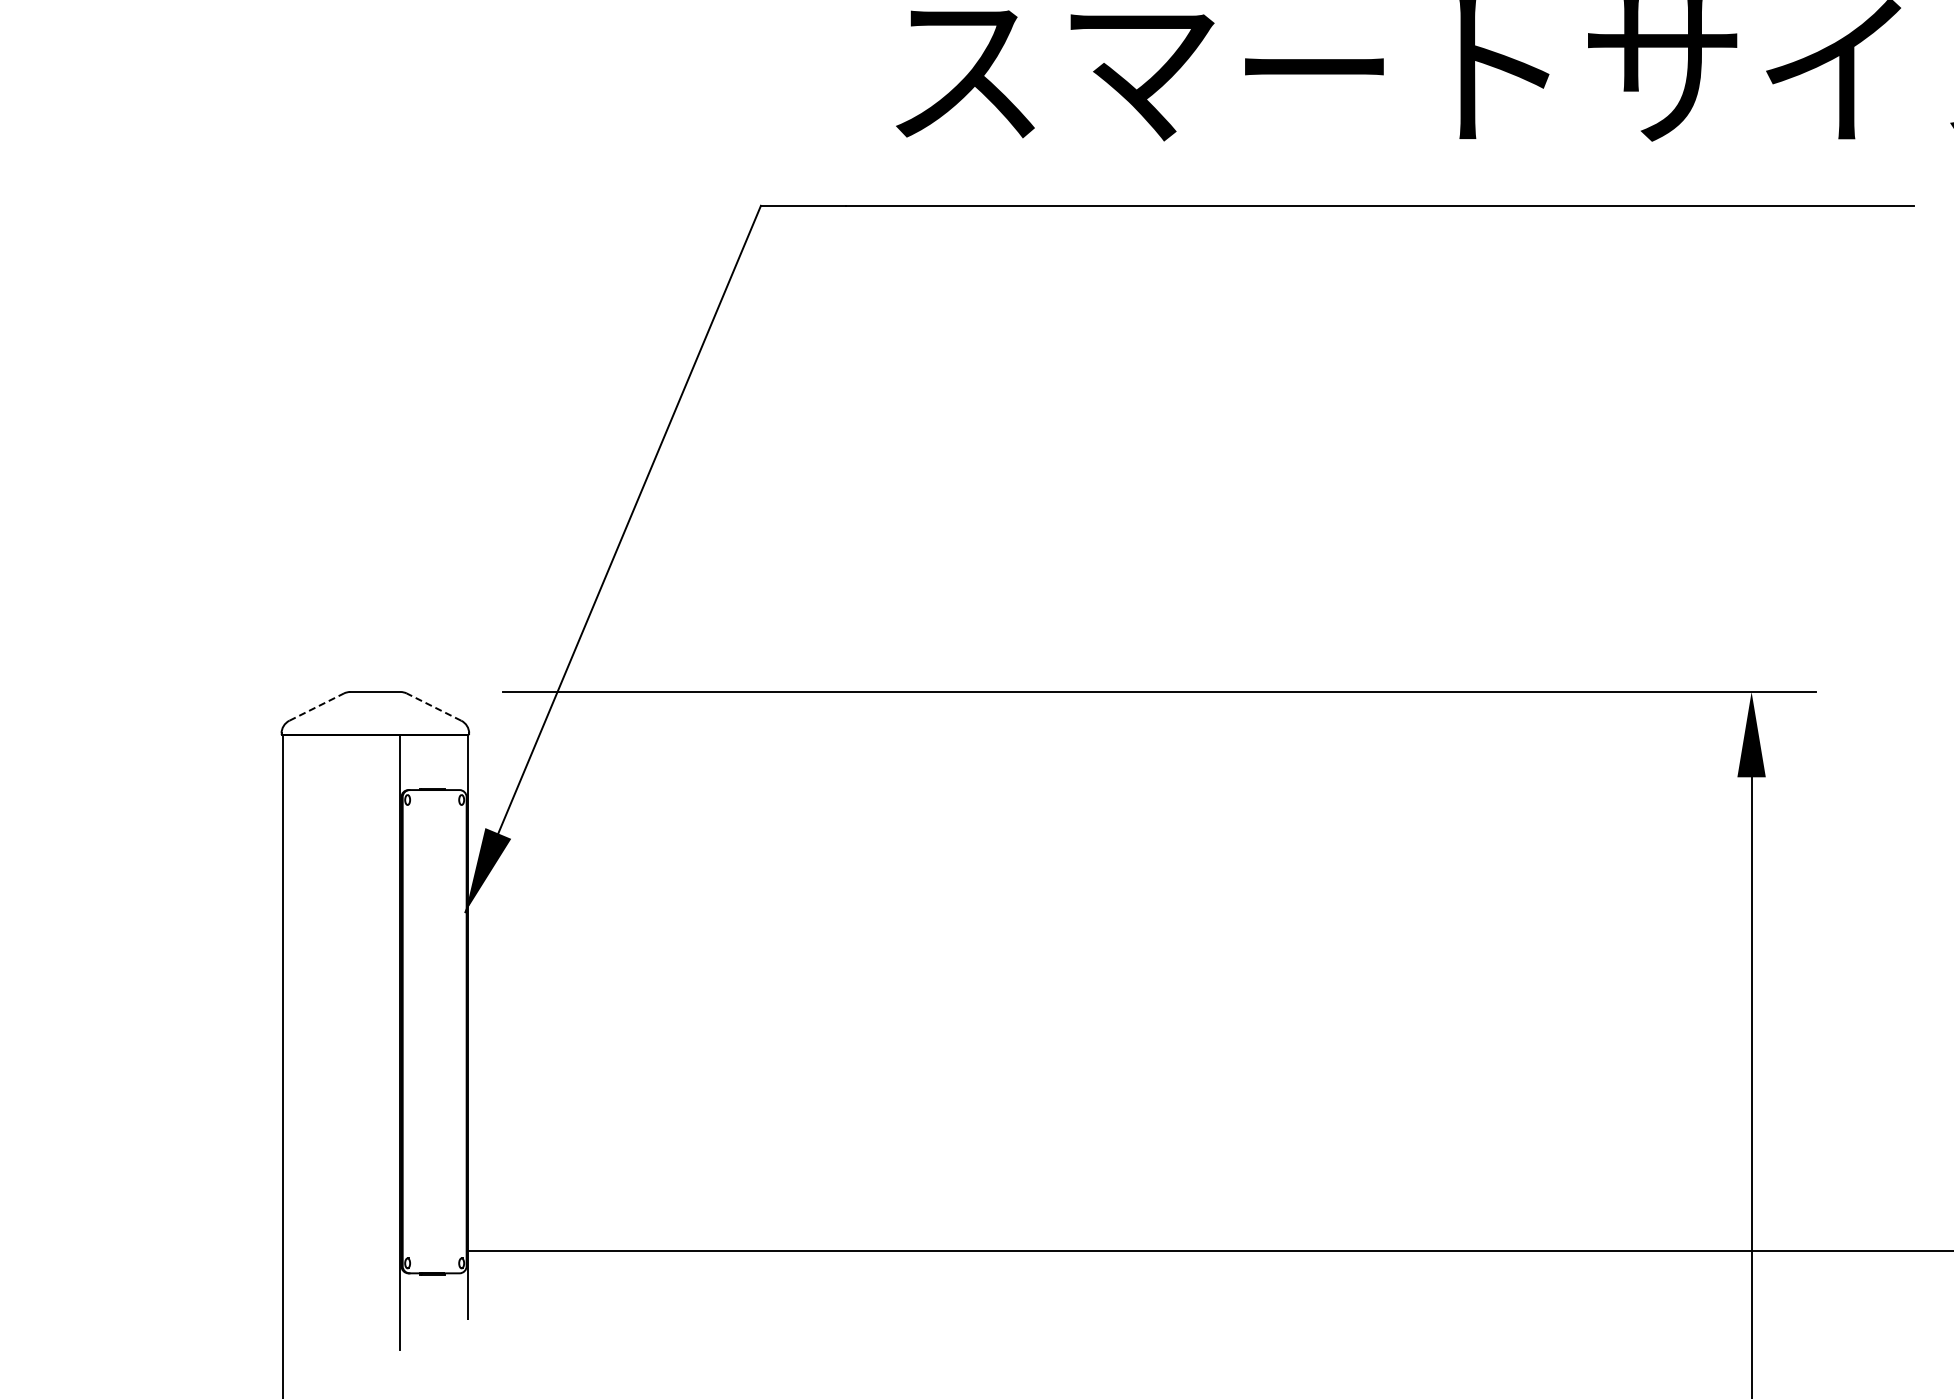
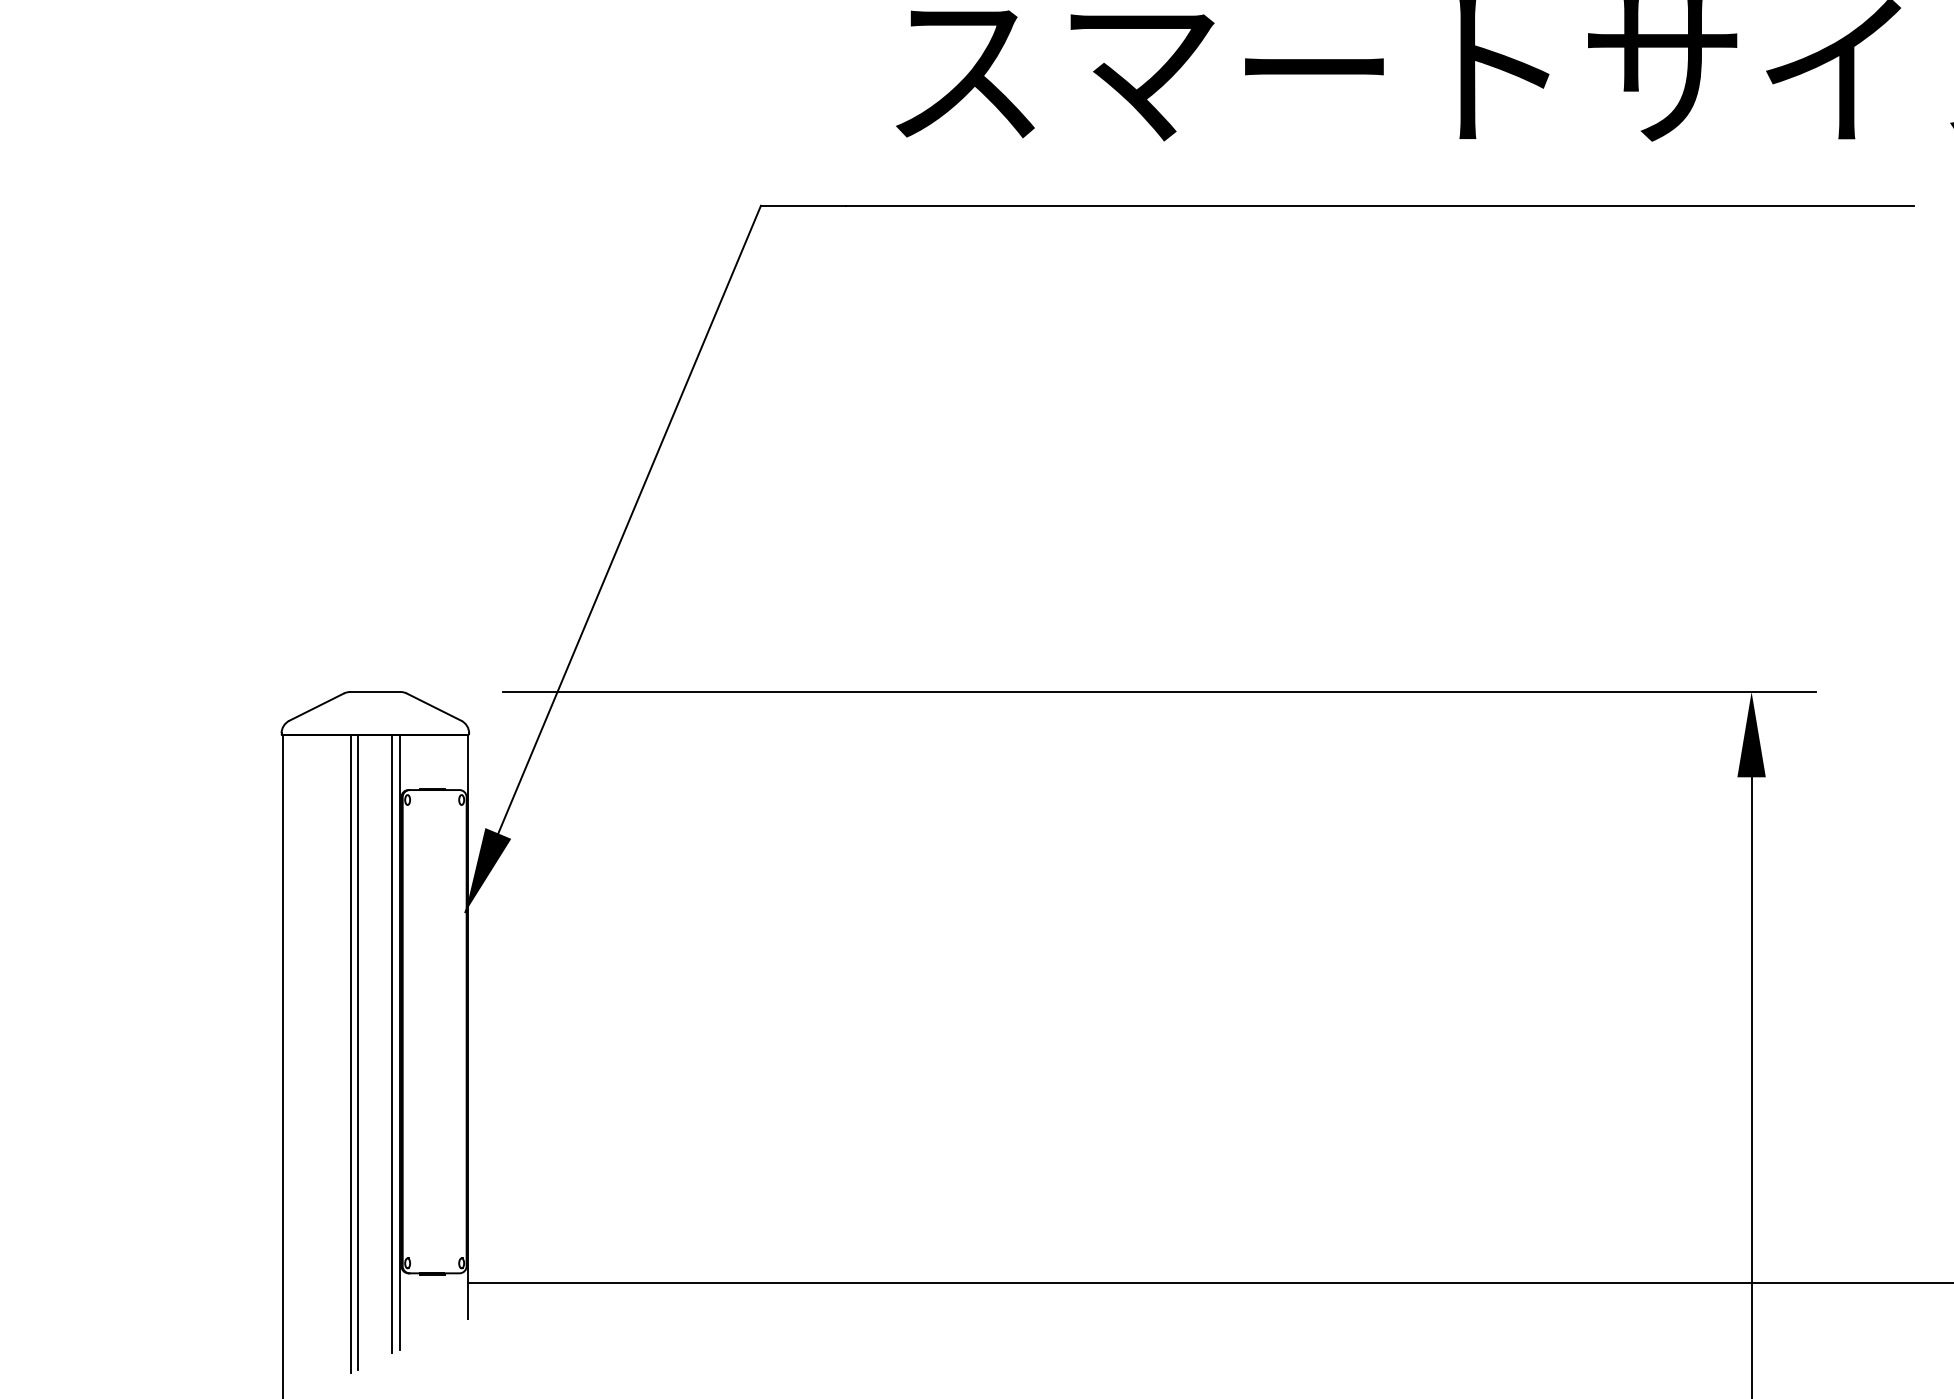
line at (317, 706): dashed -> solid
line at (433, 706): dashed -> solid
line at (392, 1043): none -> present
line at (358, 1051): none -> present
line at (351, 1053): none -> present
line at (1208, 1250) position: (1208, 1250) -> (1208, 1282)
